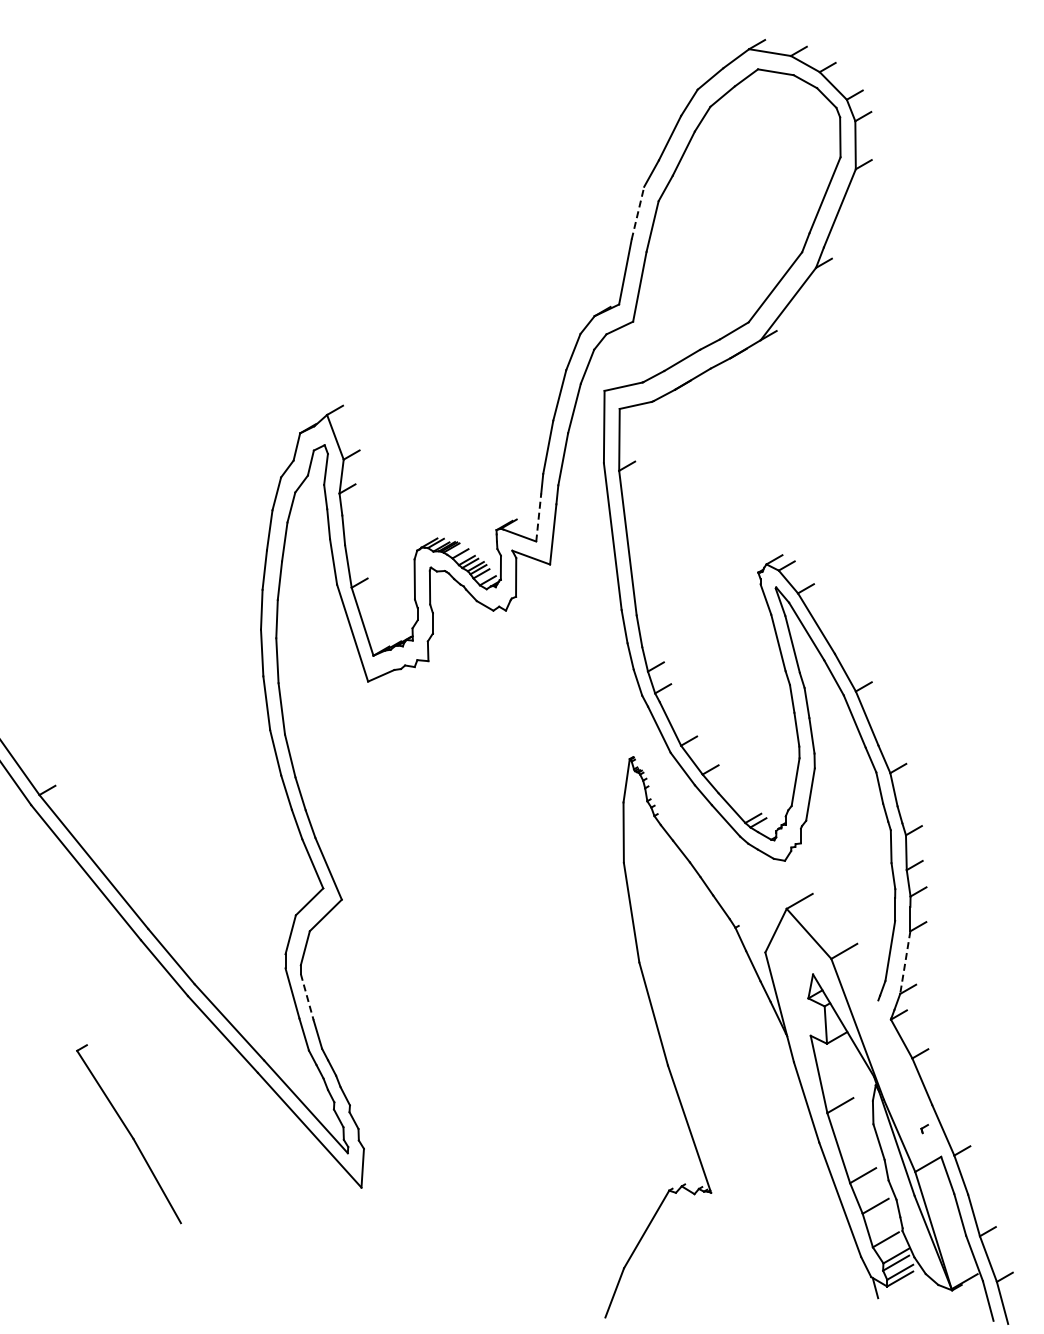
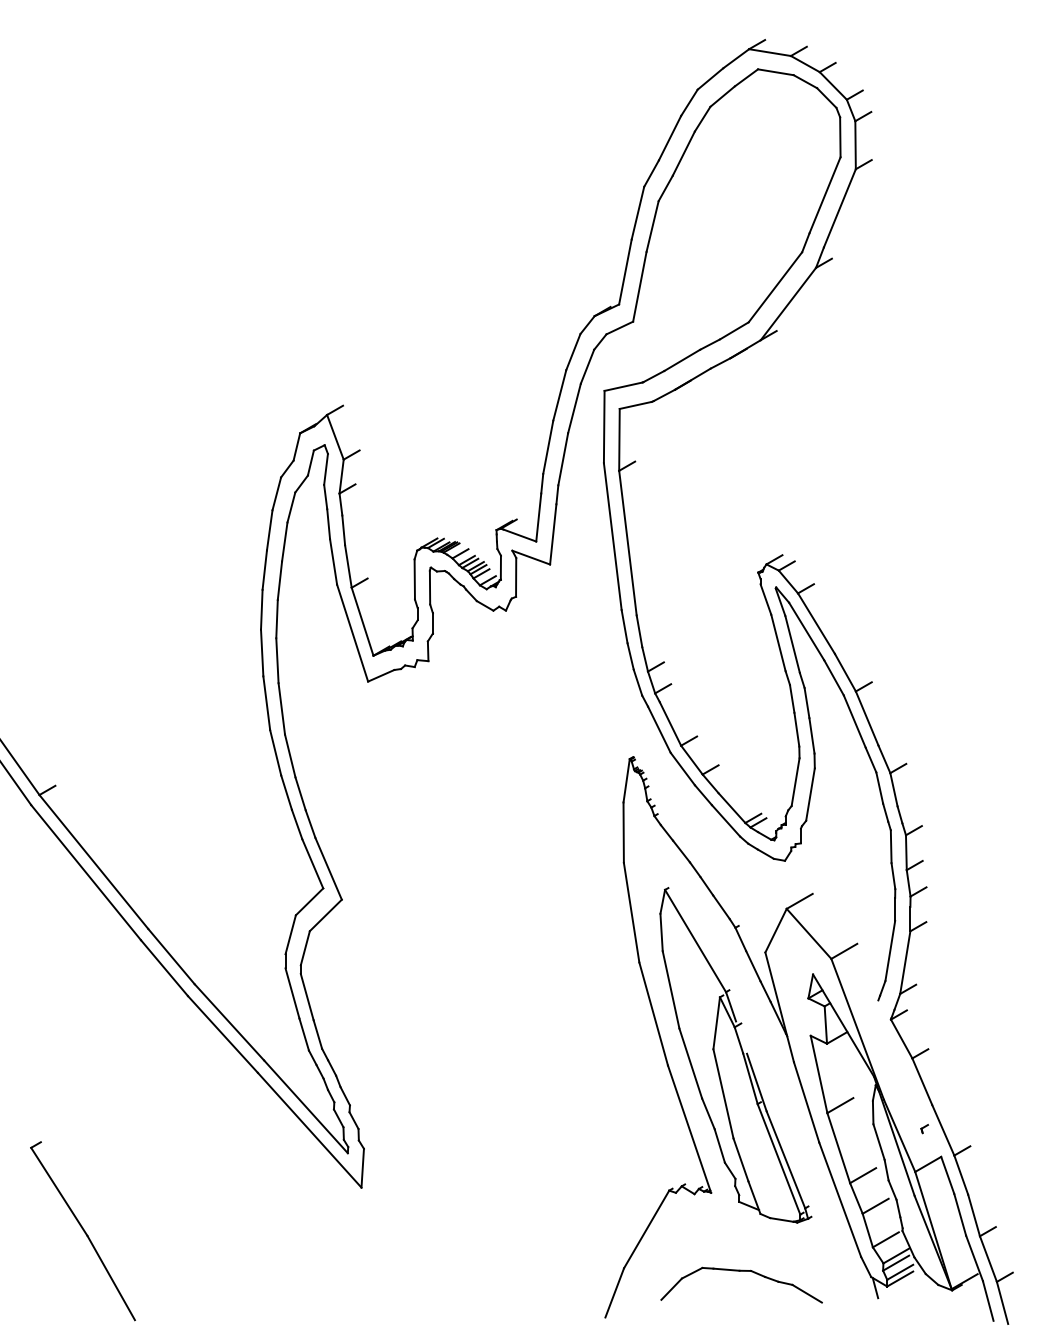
line at (638, 212): dashed -> solid
line at (538, 517): dashed -> solid
line at (905, 962): dashed -> solid
line at (307, 997): dashed -> solid
part at (735, 1055): none -> present
part at (128, 1134) position: (128, 1134) -> (82, 1231)
part at (741, 1271): none -> present
